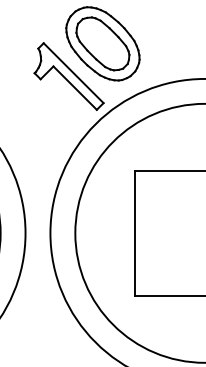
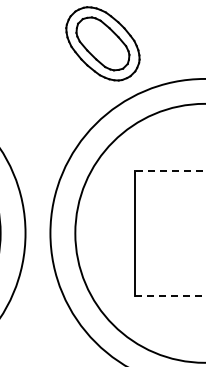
part at (68, 76): present -> none
line at (169, 171): solid -> dashed
line at (170, 295): solid -> dashed
